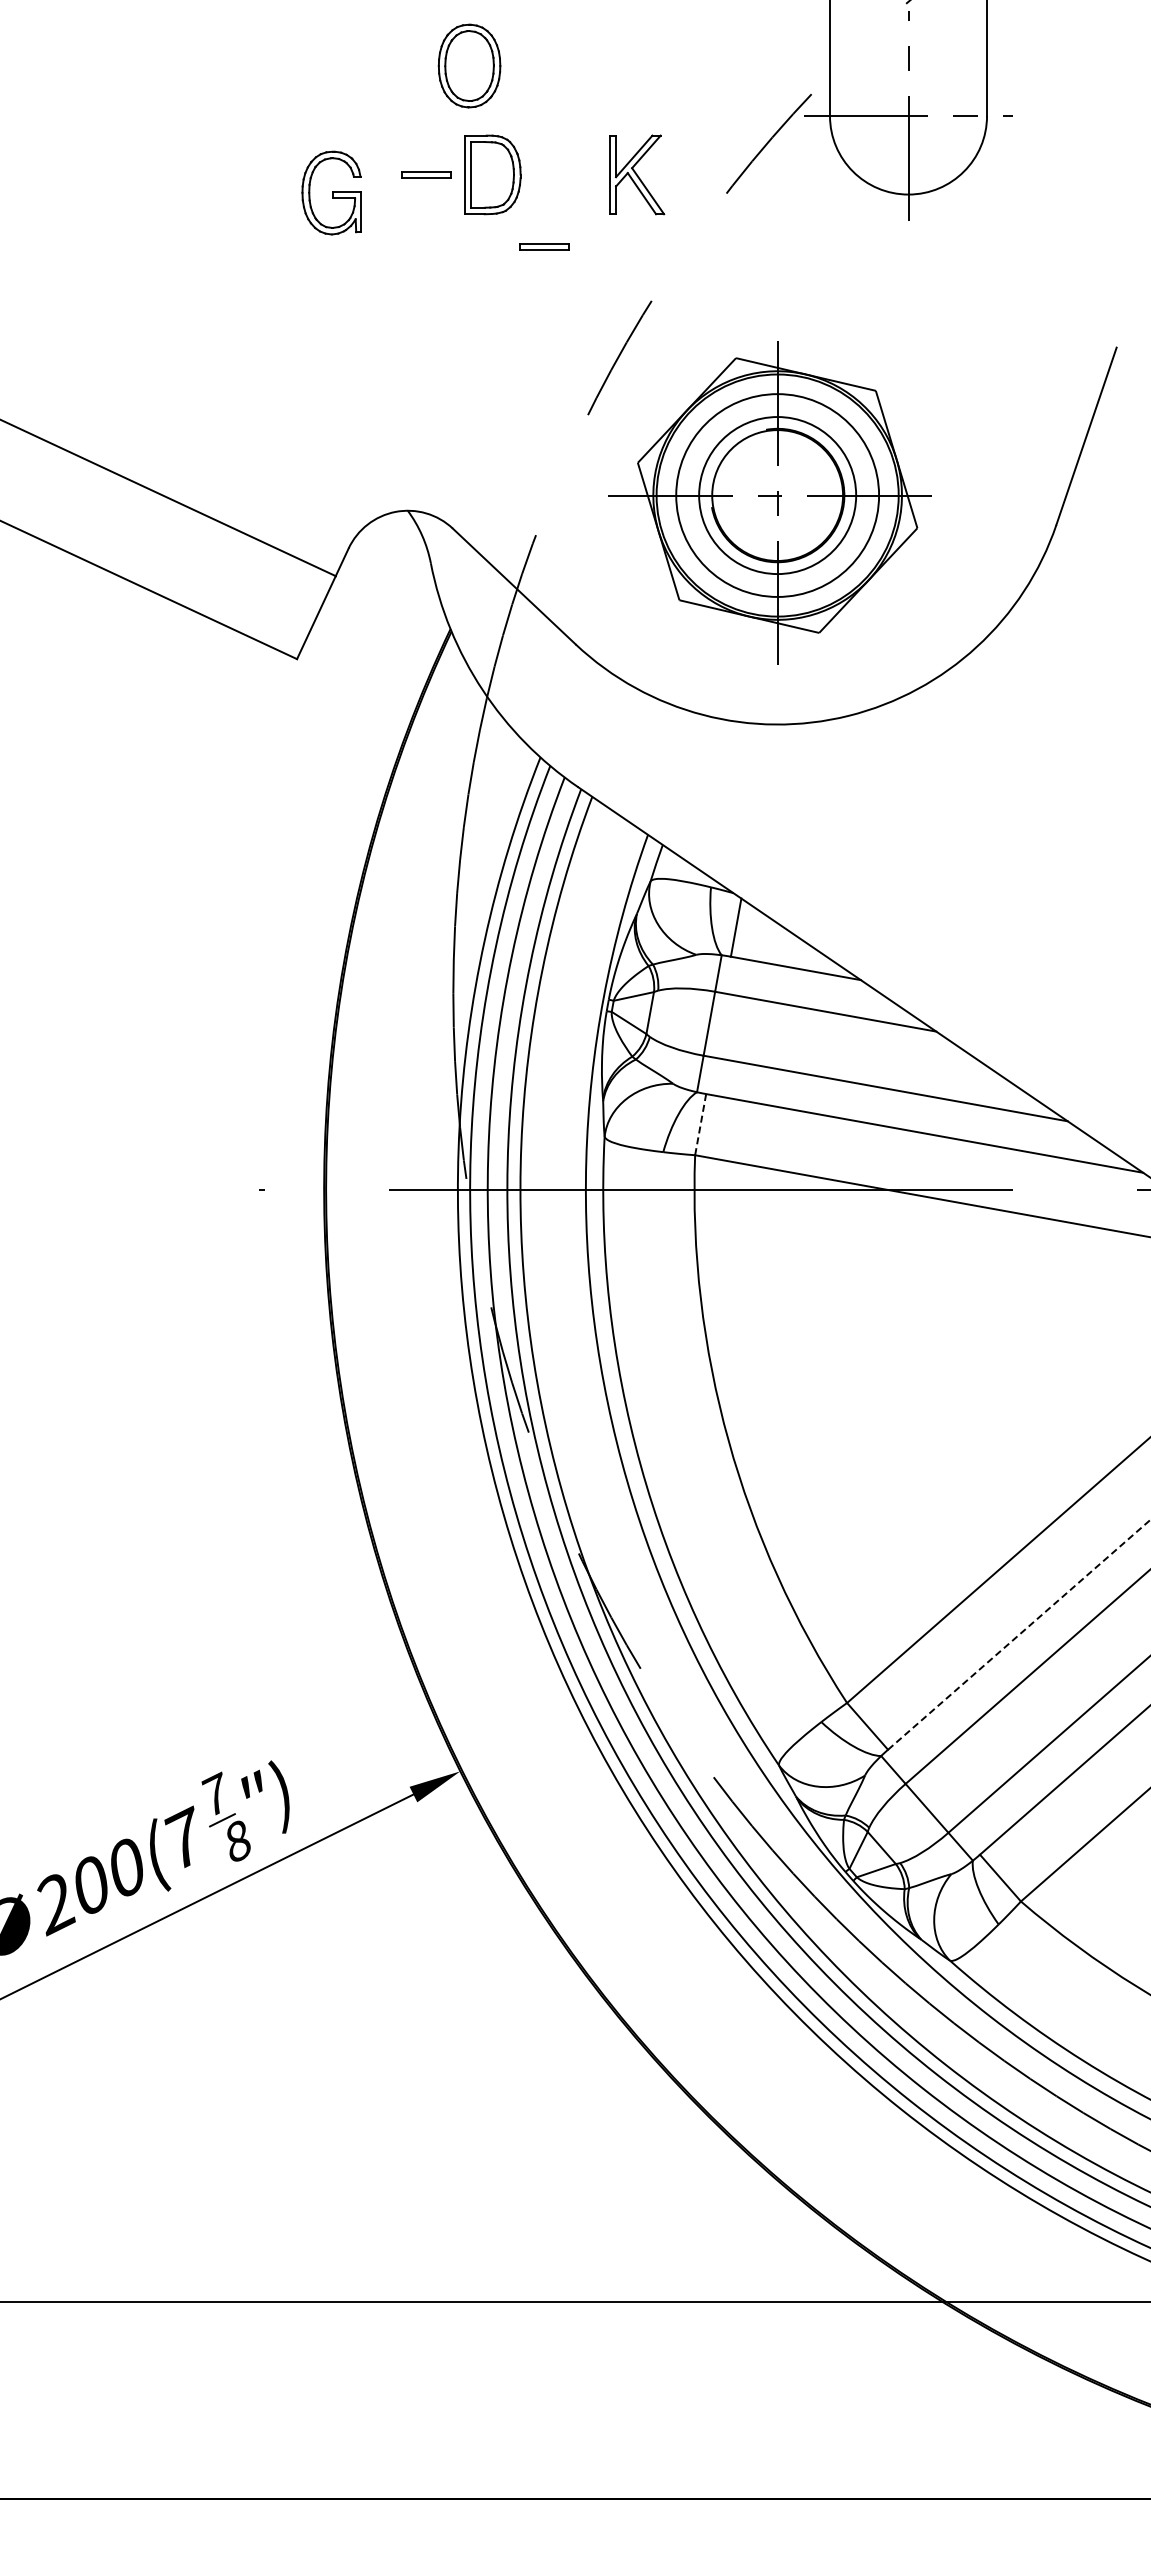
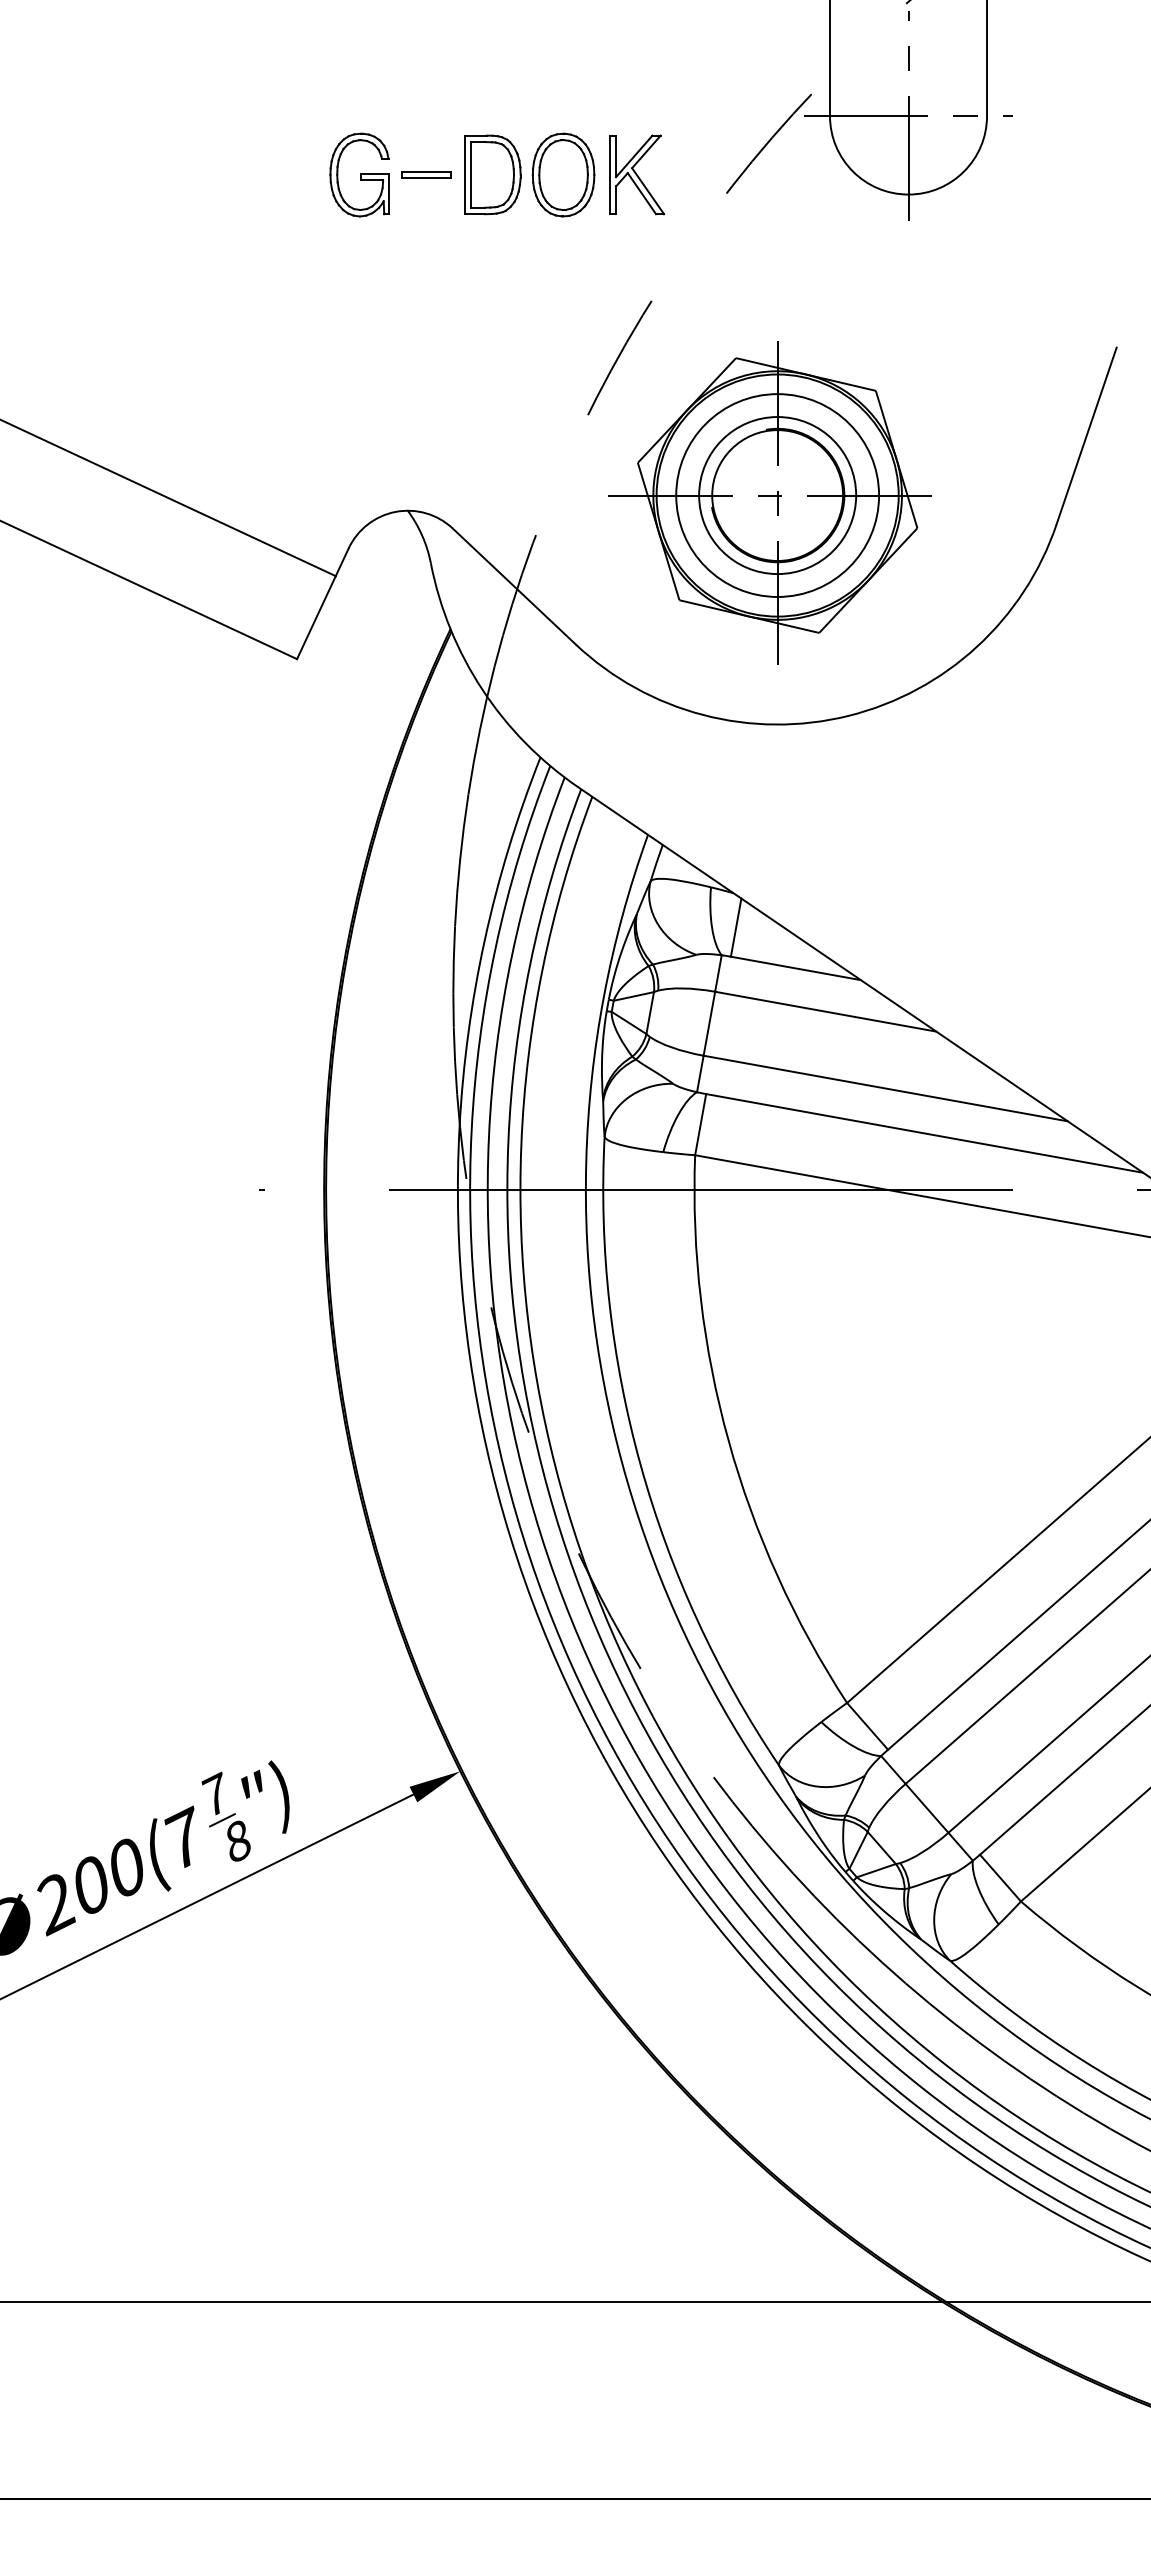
part at (469, 65) position: (469, 65) -> (563, 174)
part at (331, 192) position: (331, 192) -> (359, 174)
part at (544, 246): present -> none
line at (700, 1125): dashed -> solid
line at (1019, 1634): dashed -> solid
